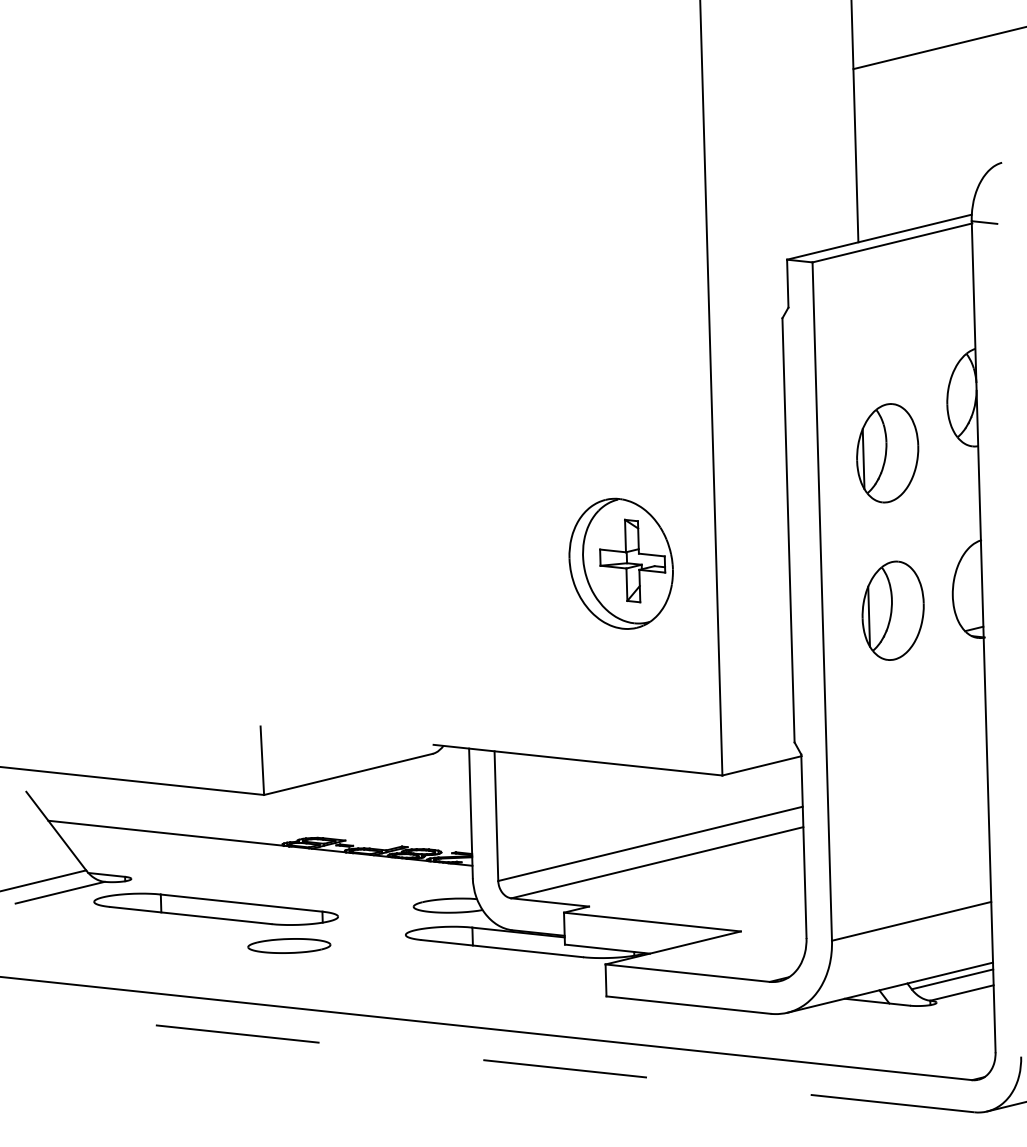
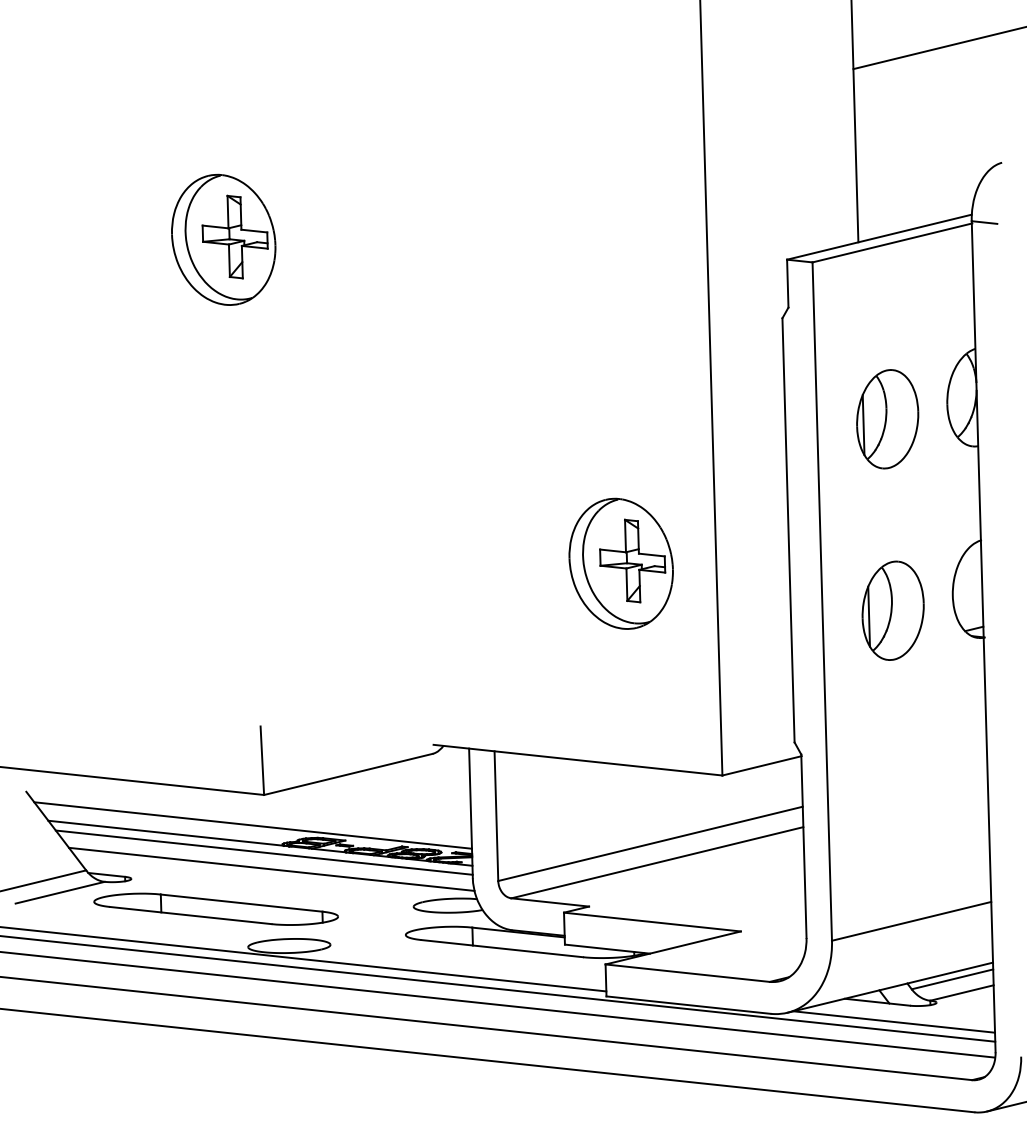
part at (223, 239): none -> present
part at (887, 453) position: (887, 453) -> (887, 419)
line at (252, 825): none -> present
line at (263, 852): none -> present
line at (271, 868): none -> present
line at (304, 959): none -> present
line at (498, 988): none -> present
line at (498, 1004): none -> present
line at (894, 1021): none -> present
line at (487, 1060): dashed -> solid
